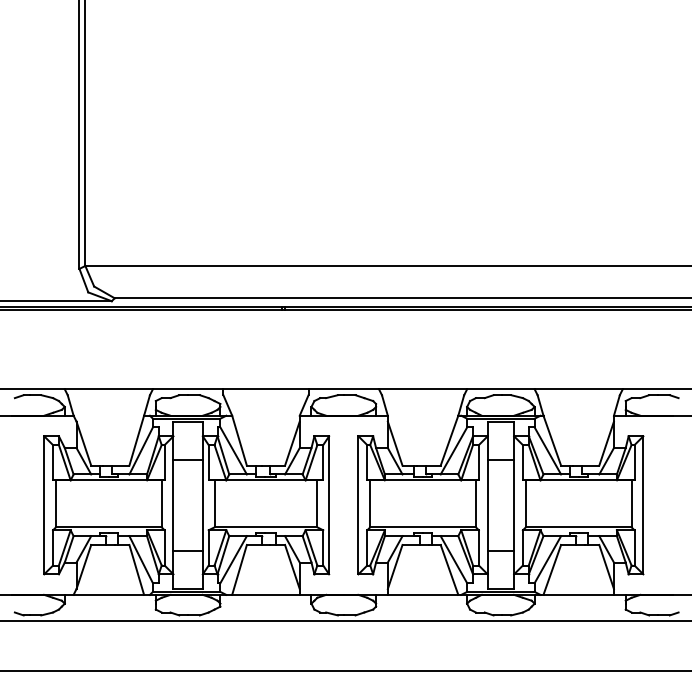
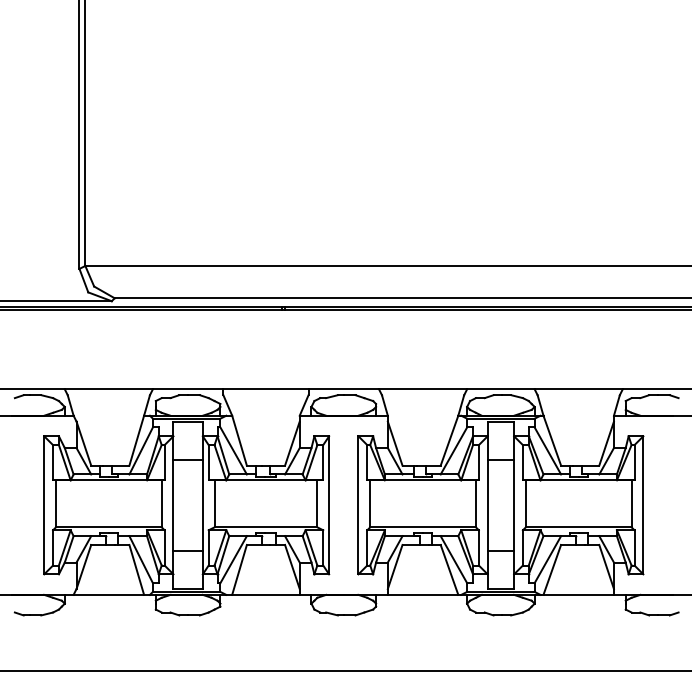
line at (345, 621): present -> none
